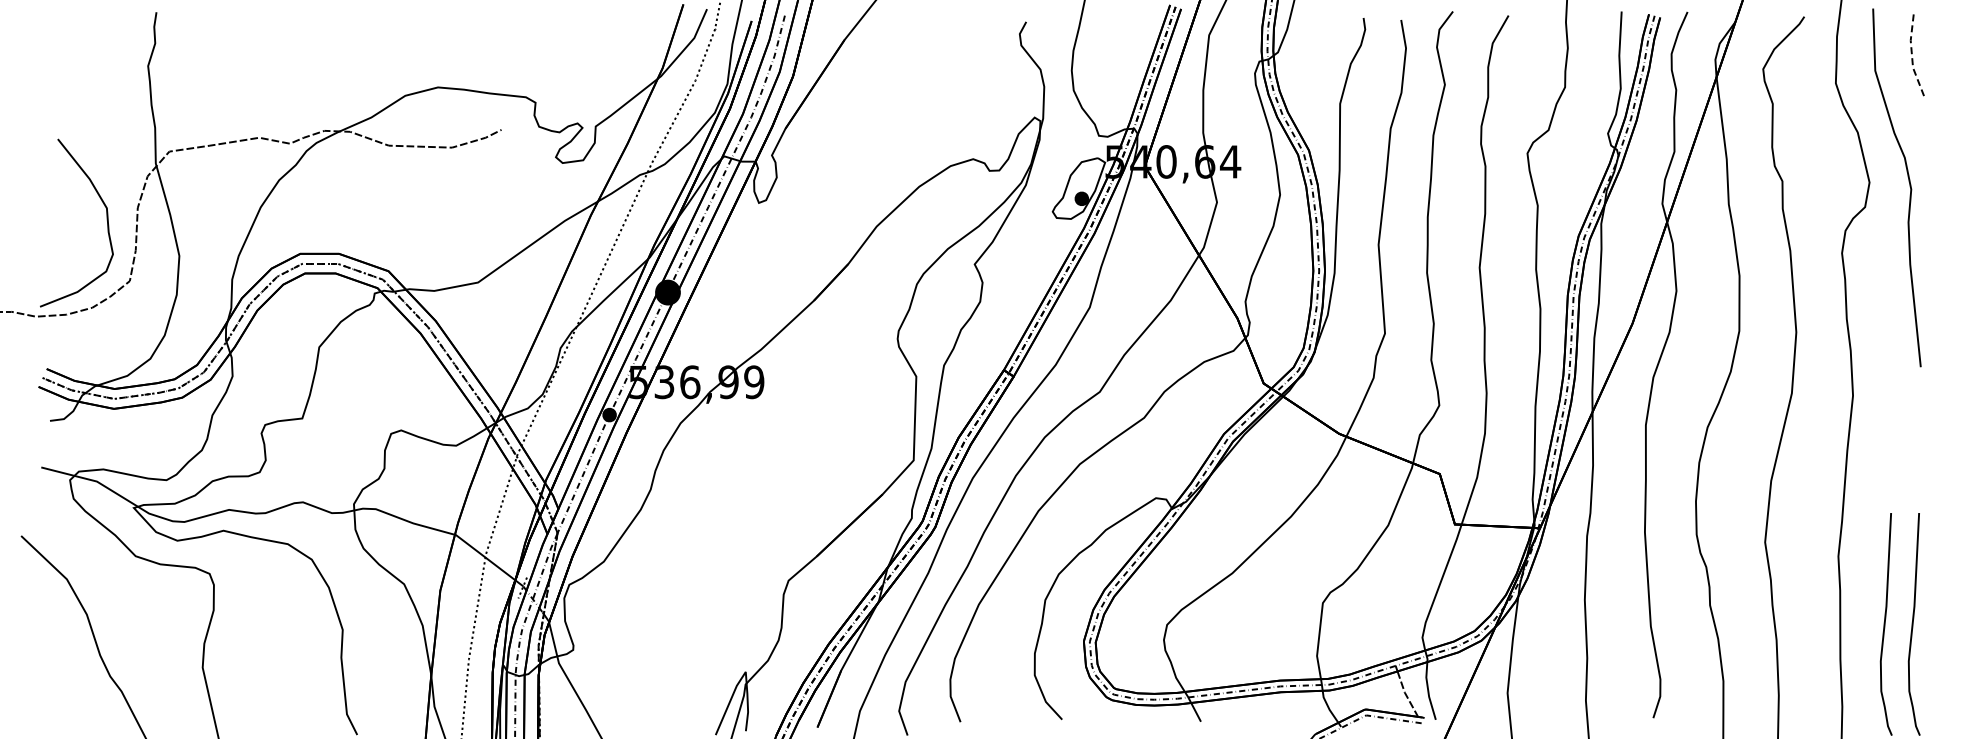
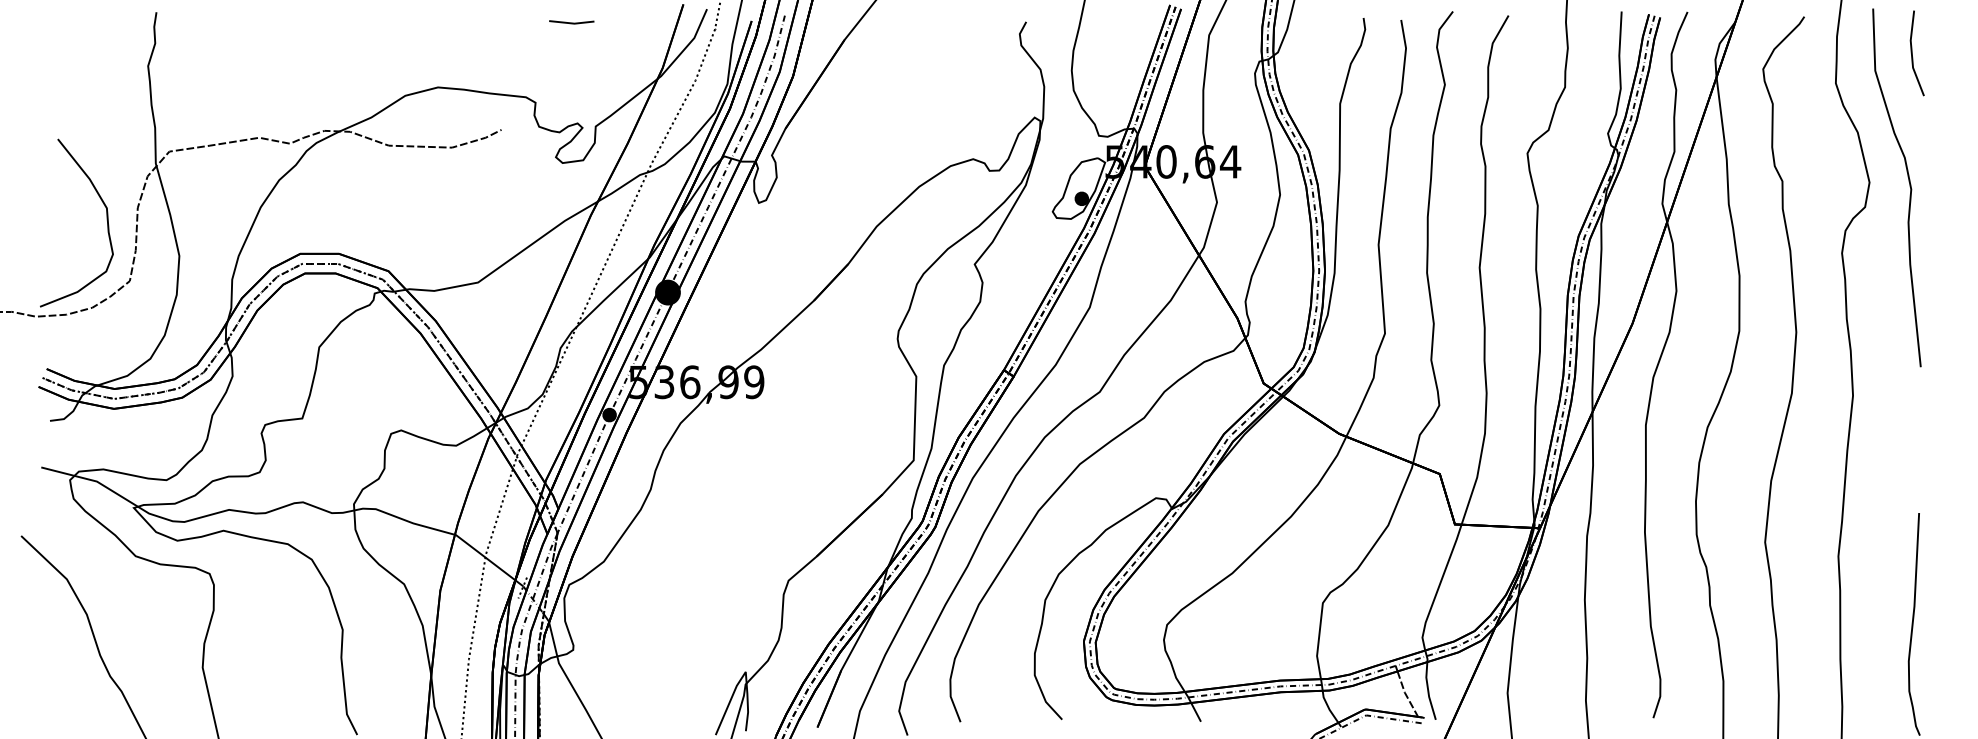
line at (571, 22): none -> present
line at (1911, 54): dashed -> solid
curve at (1885, 624): present -> none
